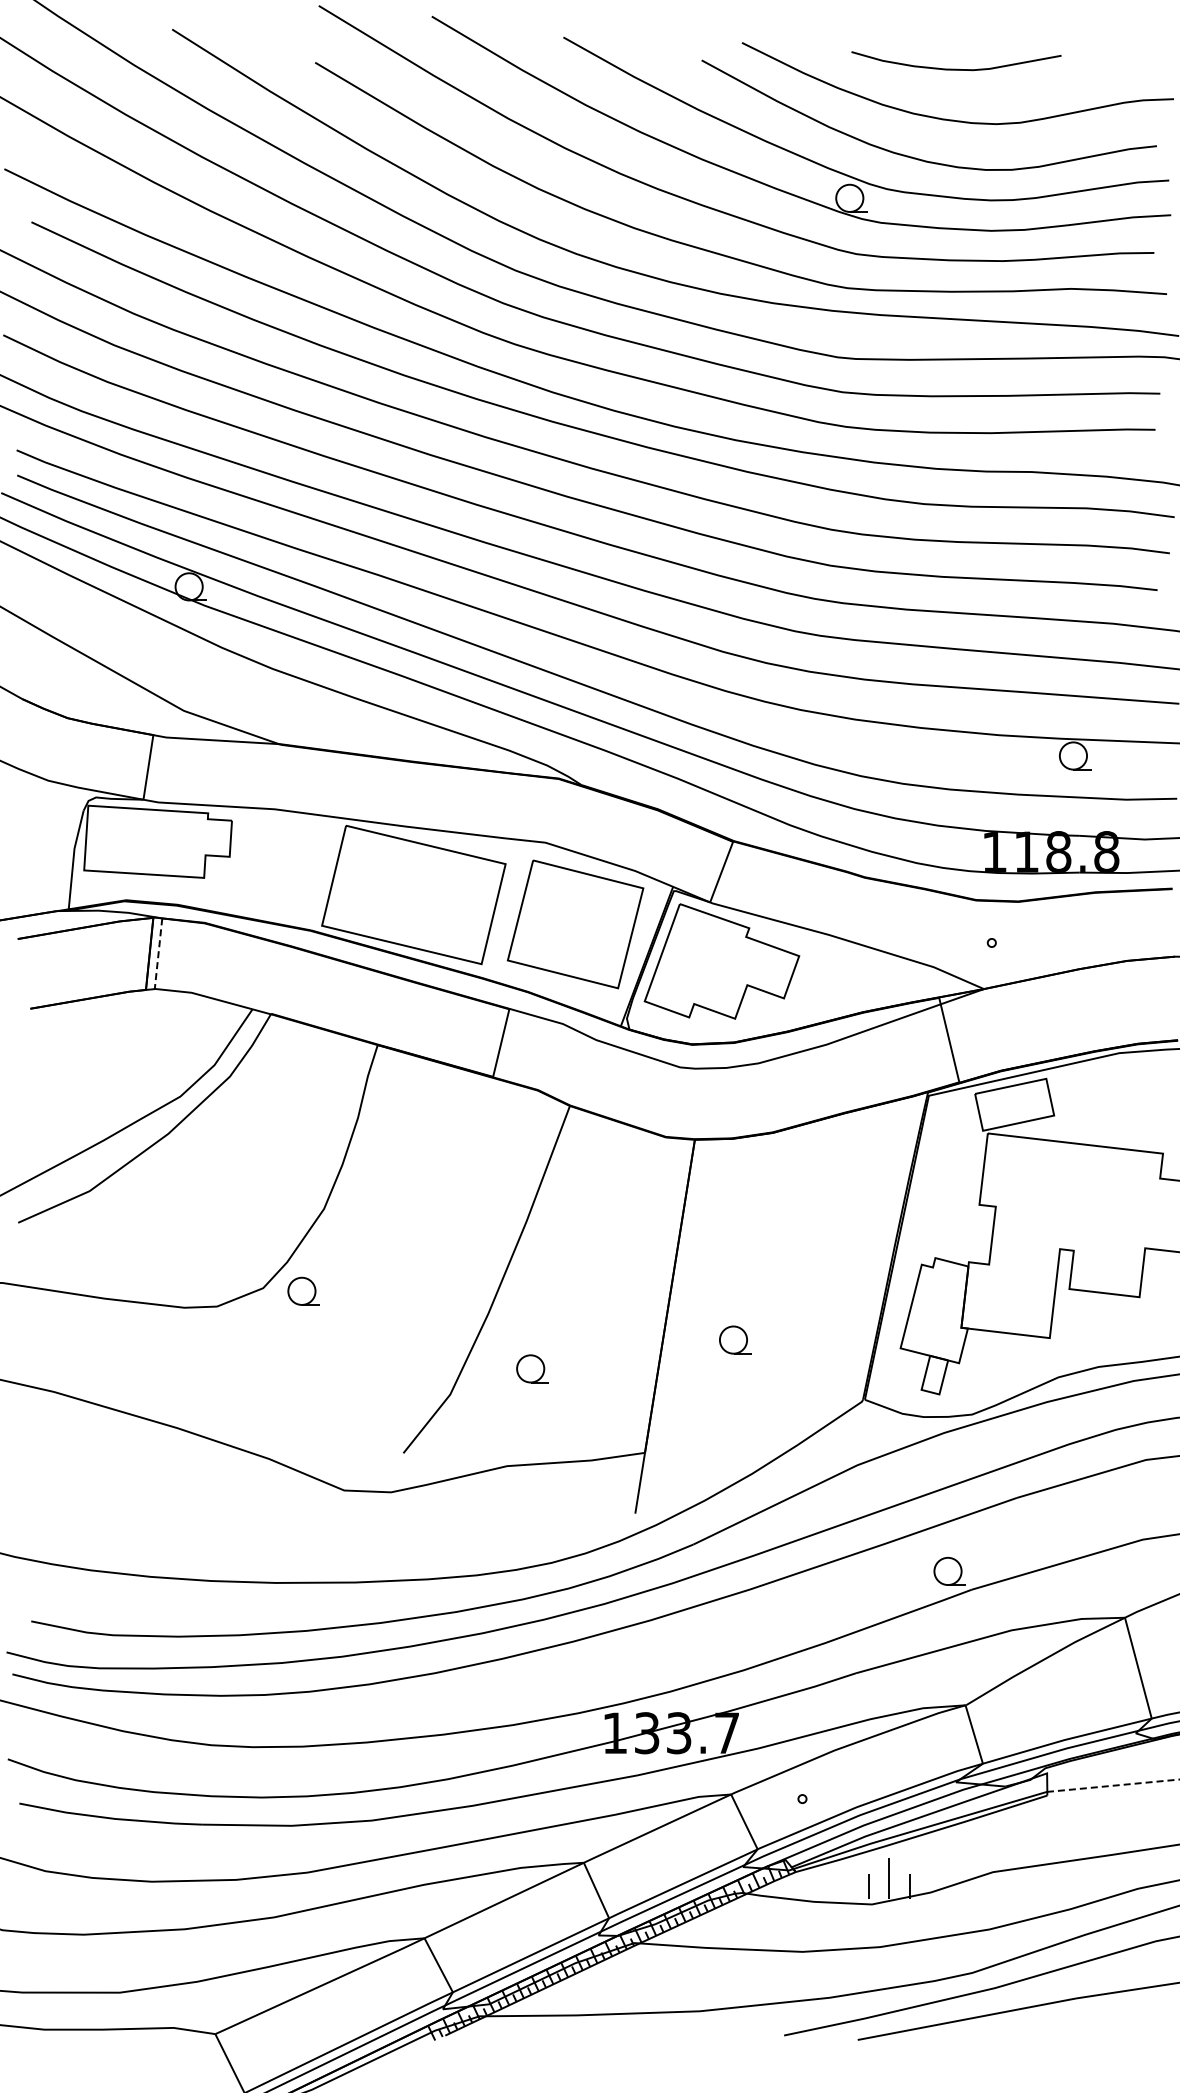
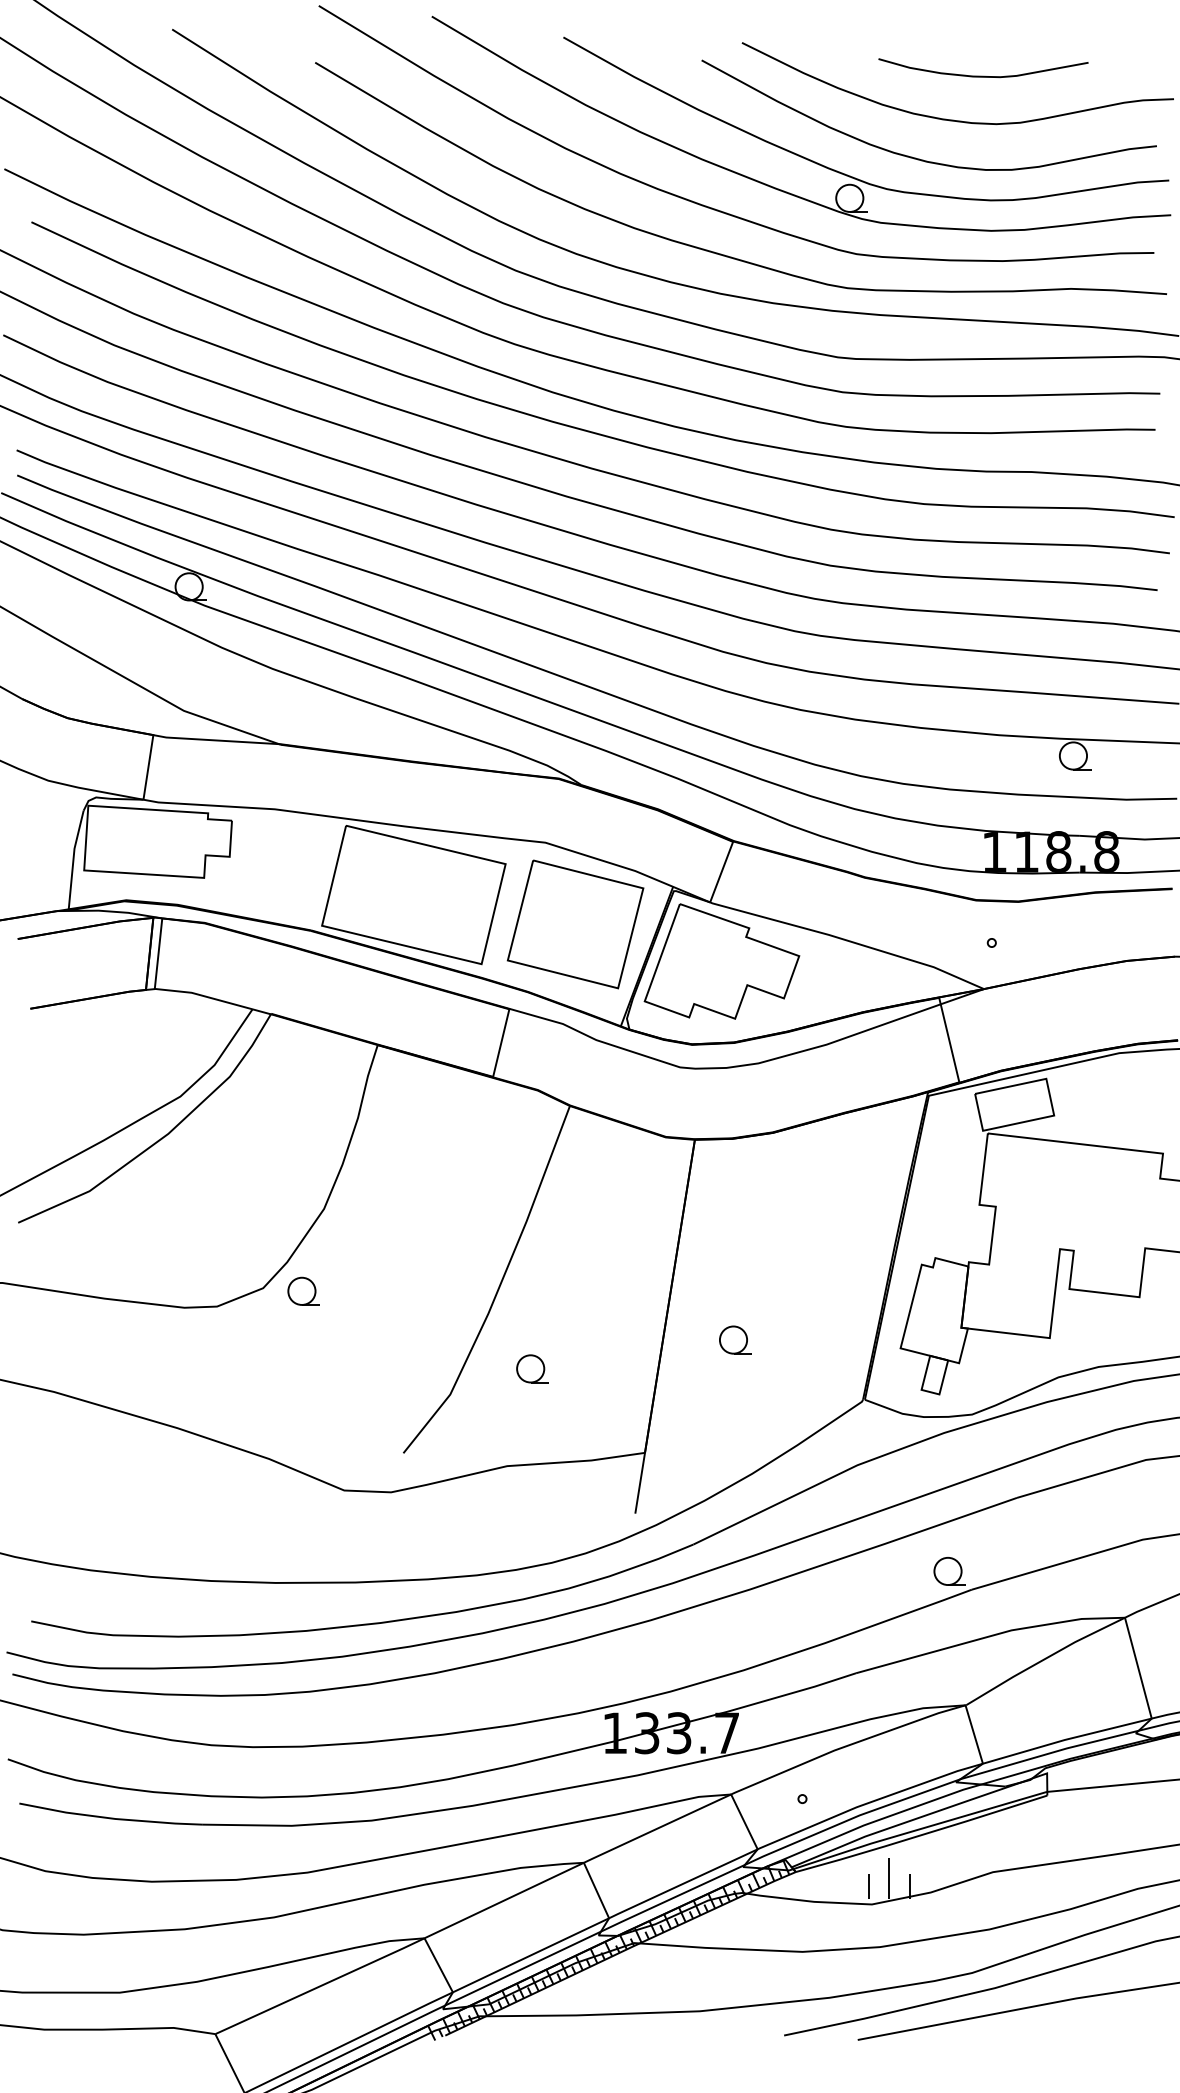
curve at (956, 68) position: (956, 68) -> (983, 75)
line at (158, 953): dashed -> solid
line at (1112, 1785): dashed -> solid
